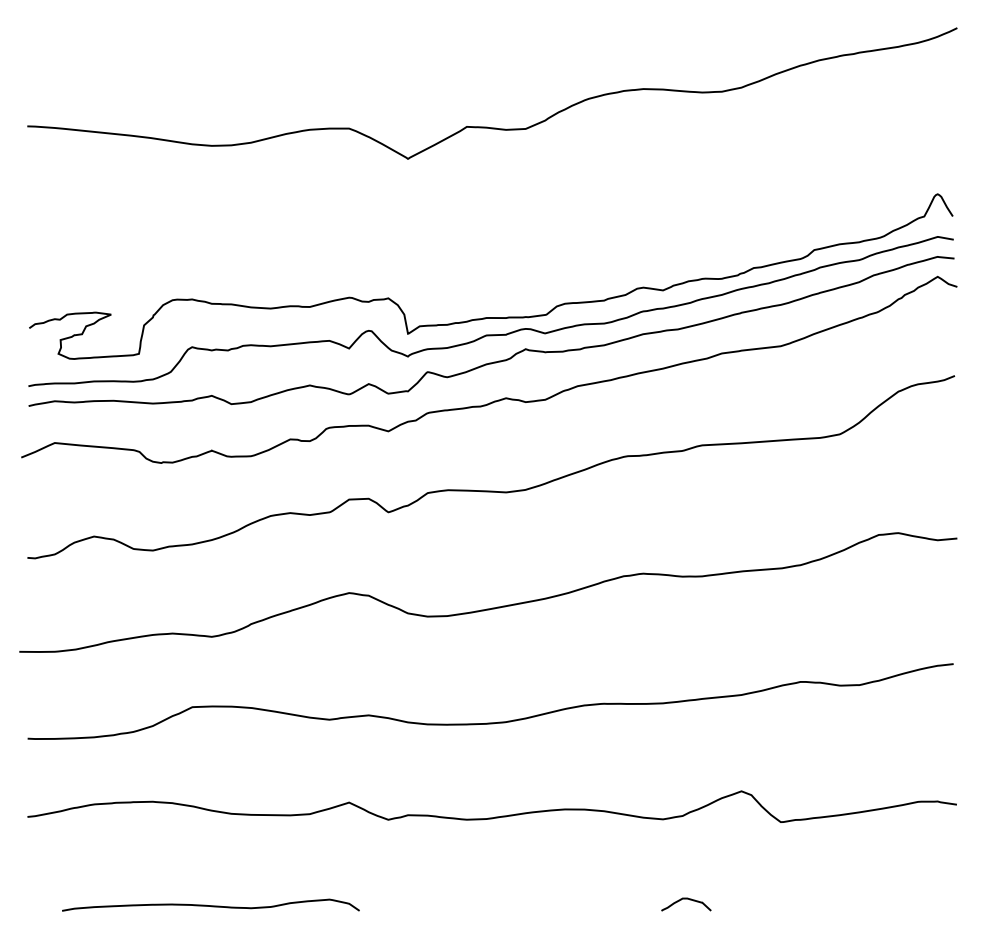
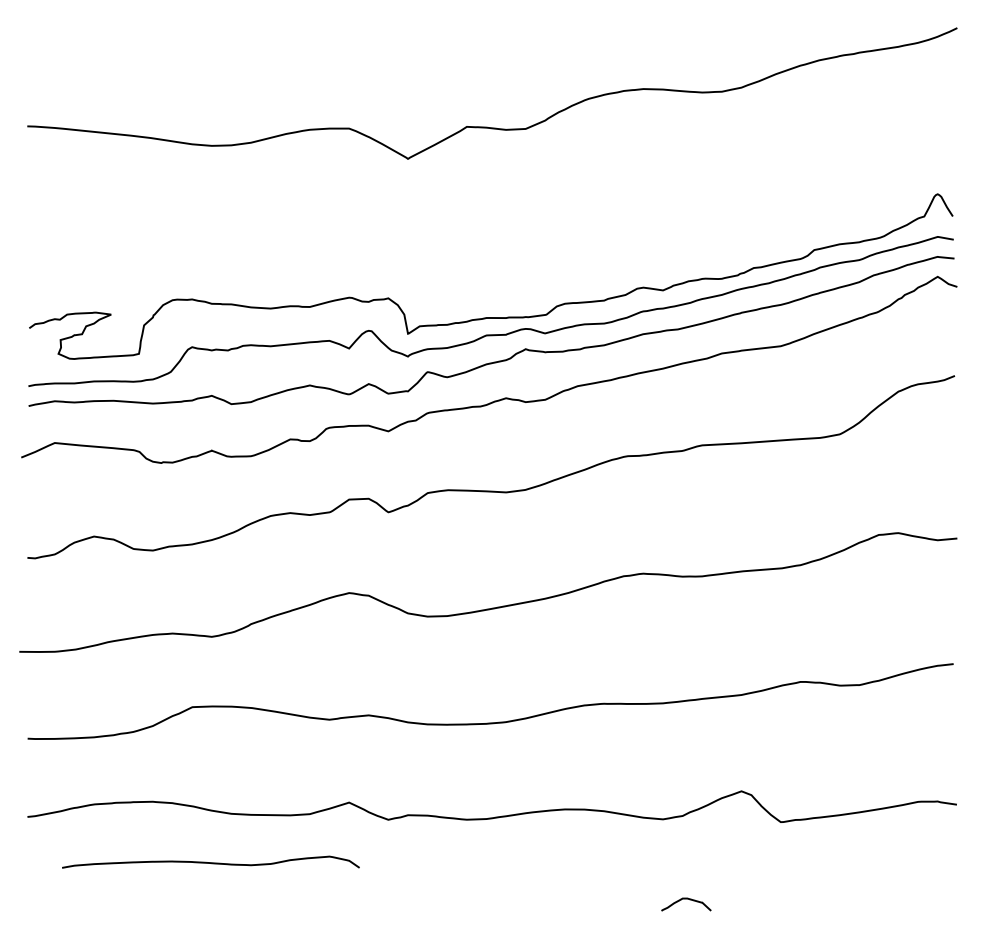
curve at (210, 905) position: (210, 905) -> (210, 862)
